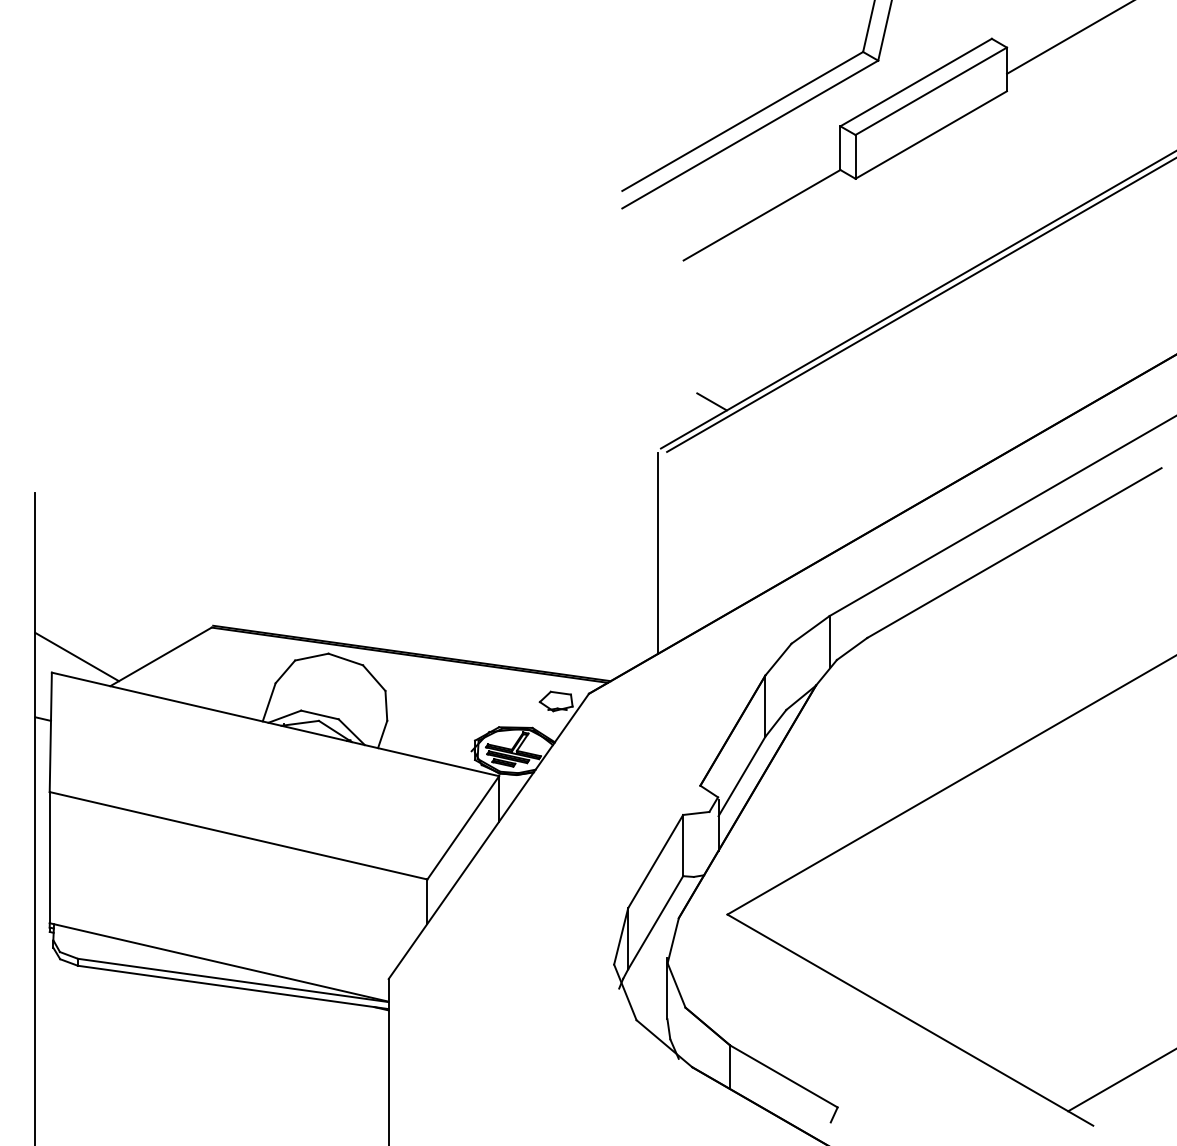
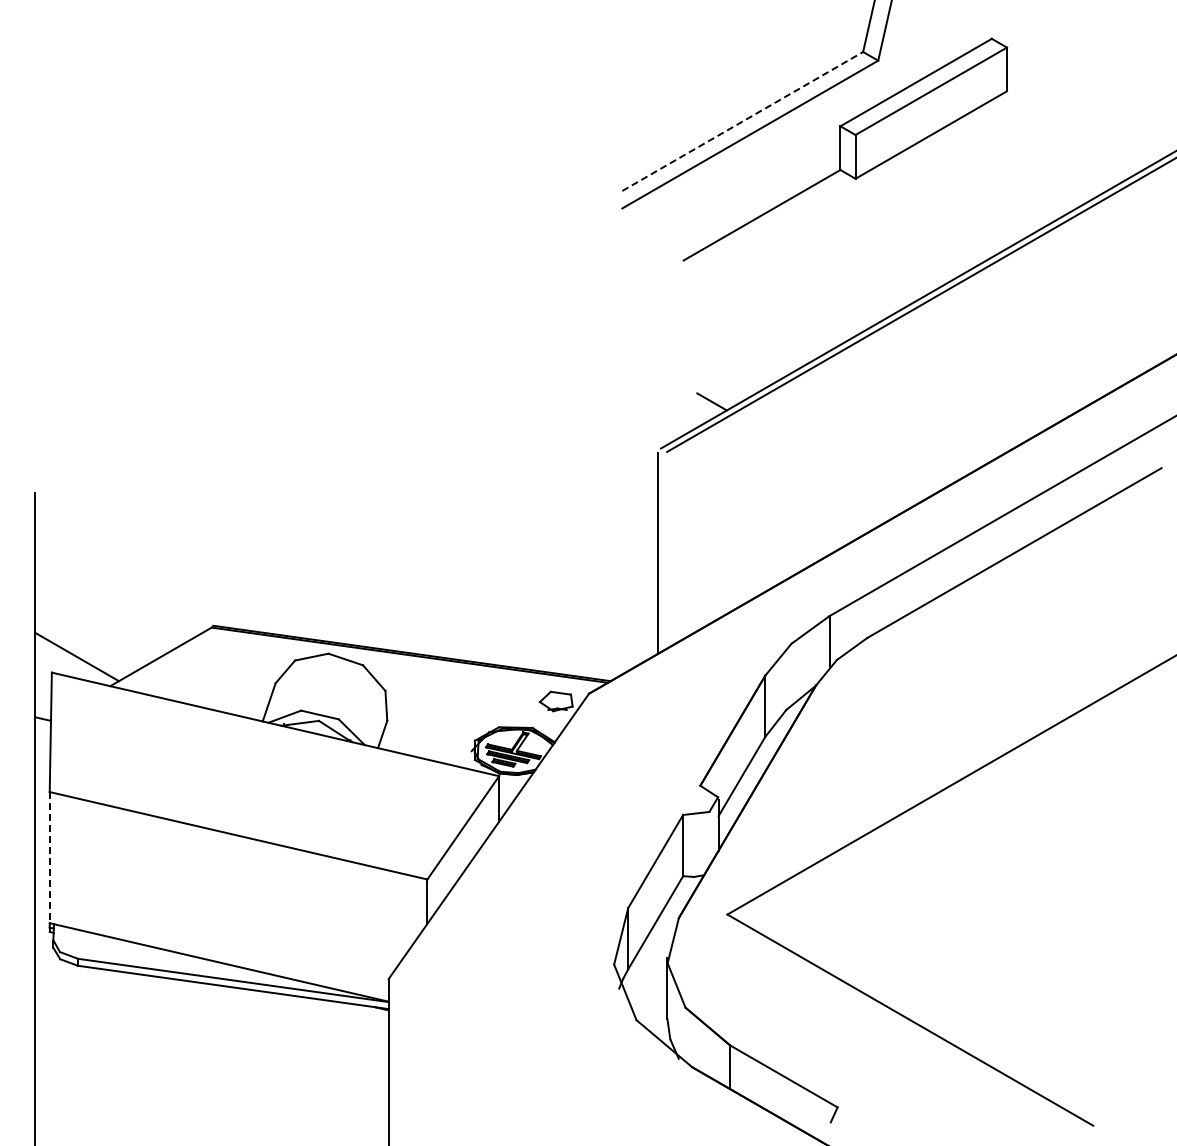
line at (1068, 37): present -> none
line at (743, 121): solid -> dashed
line at (49, 857): solid -> dashed
line at (1120, 1080): present -> none
